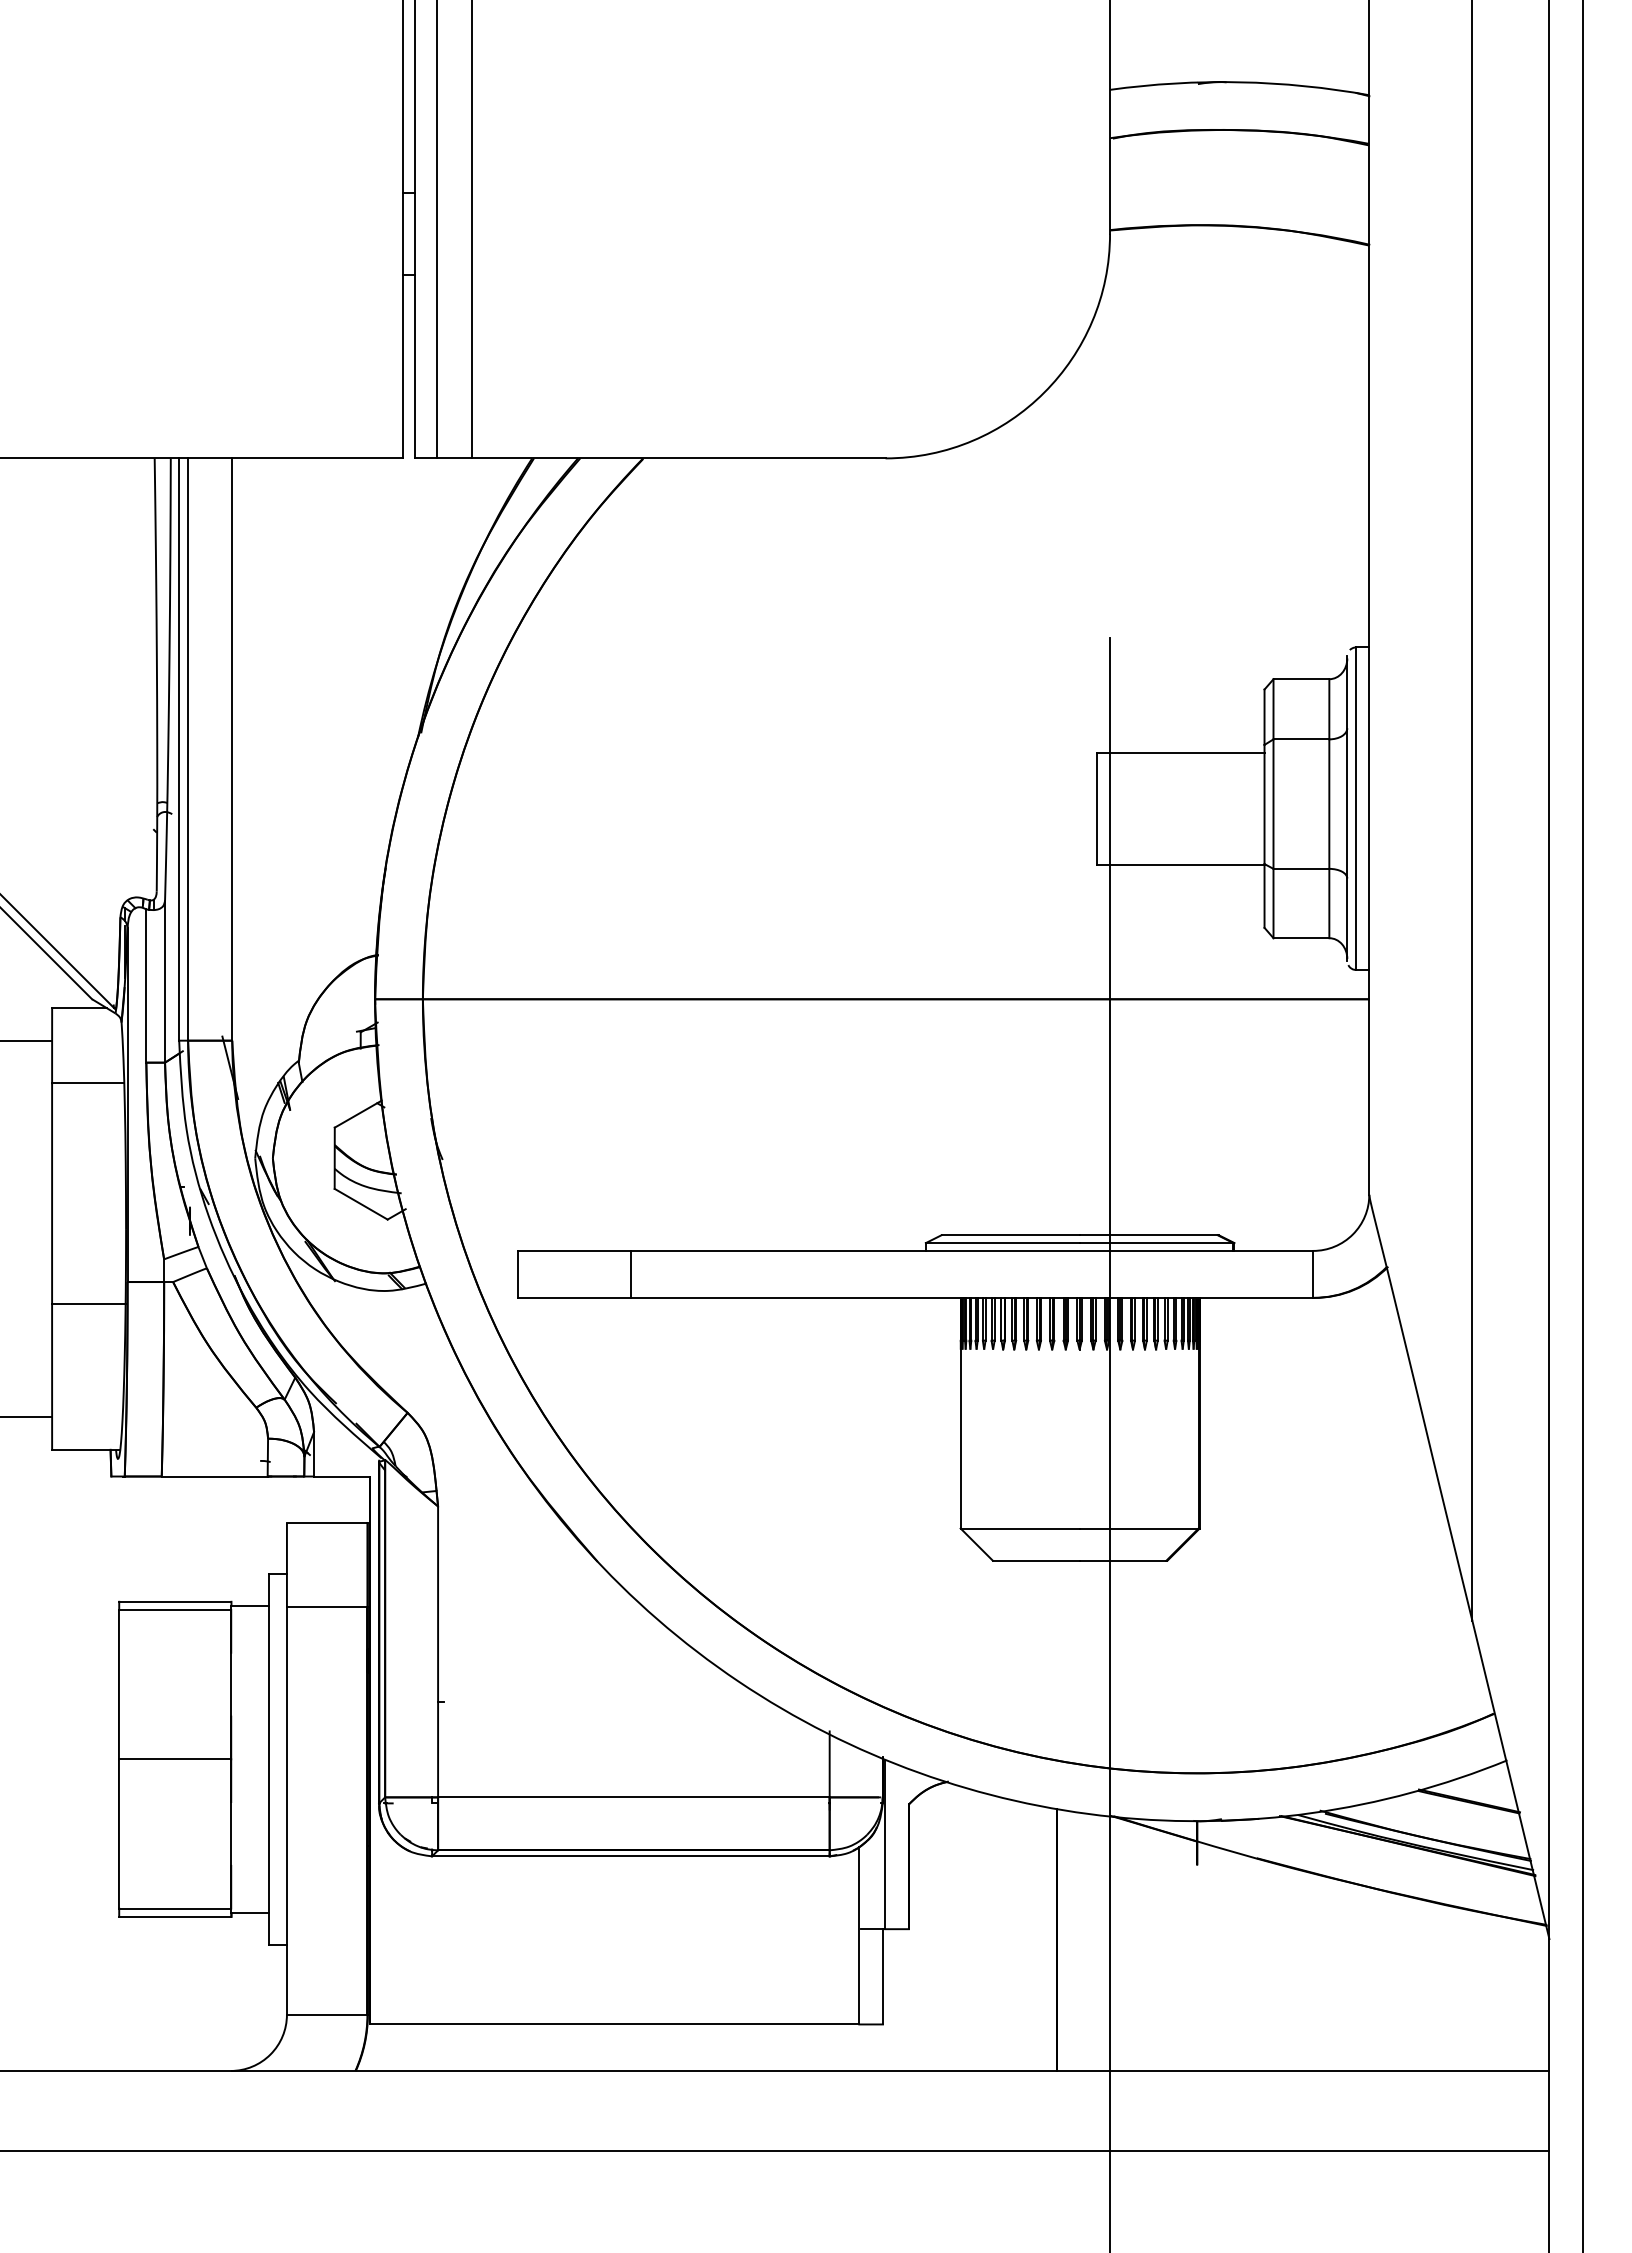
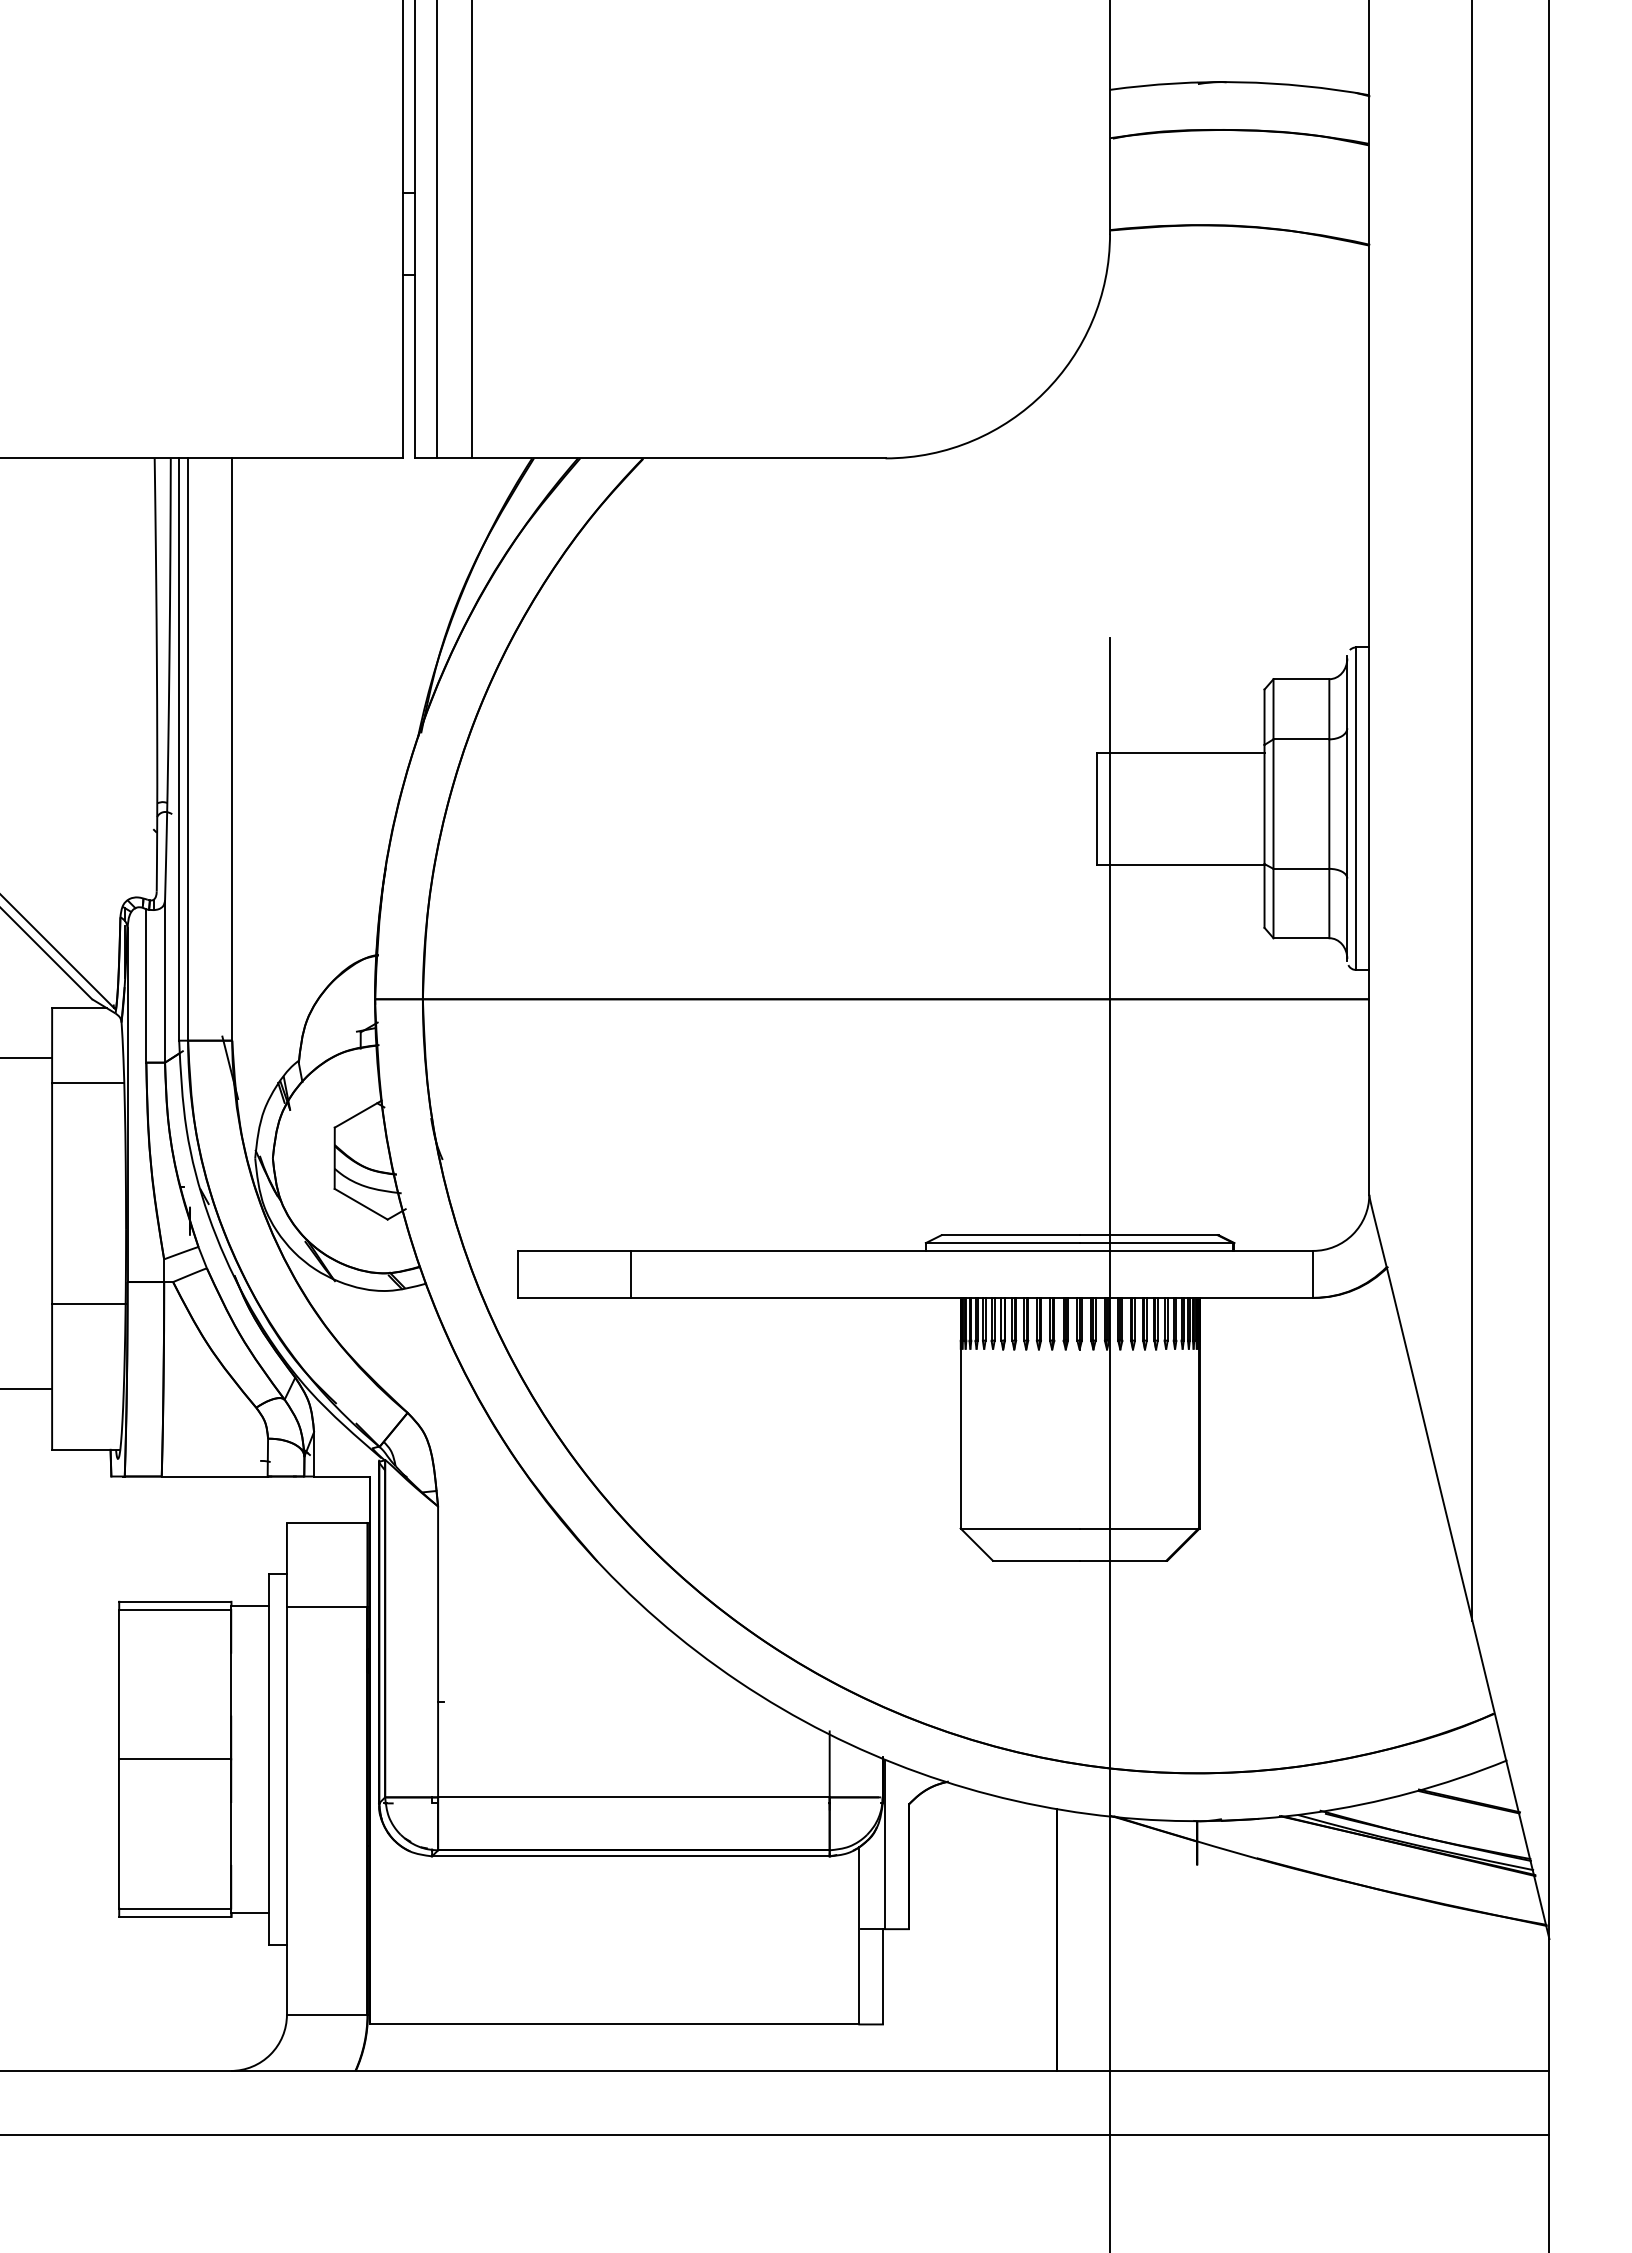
line at (27, 1040) position: (27, 1040) -> (27, 1057)
line at (1582, 1125): present -> none
line at (27, 1417) position: (27, 1417) -> (27, 1389)
line at (775, 2151) position: (775, 2151) -> (775, 2135)
